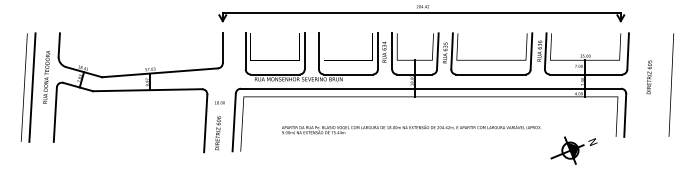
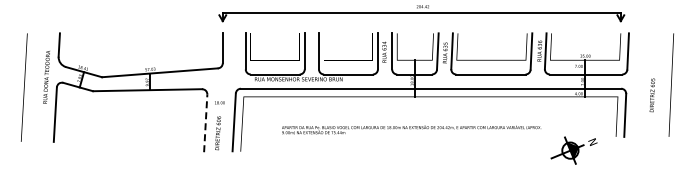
text at (649, 77) position: (649, 77) -> (652, 95)
line at (32, 87): present -> none
line at (205, 123): solid -> dashed
